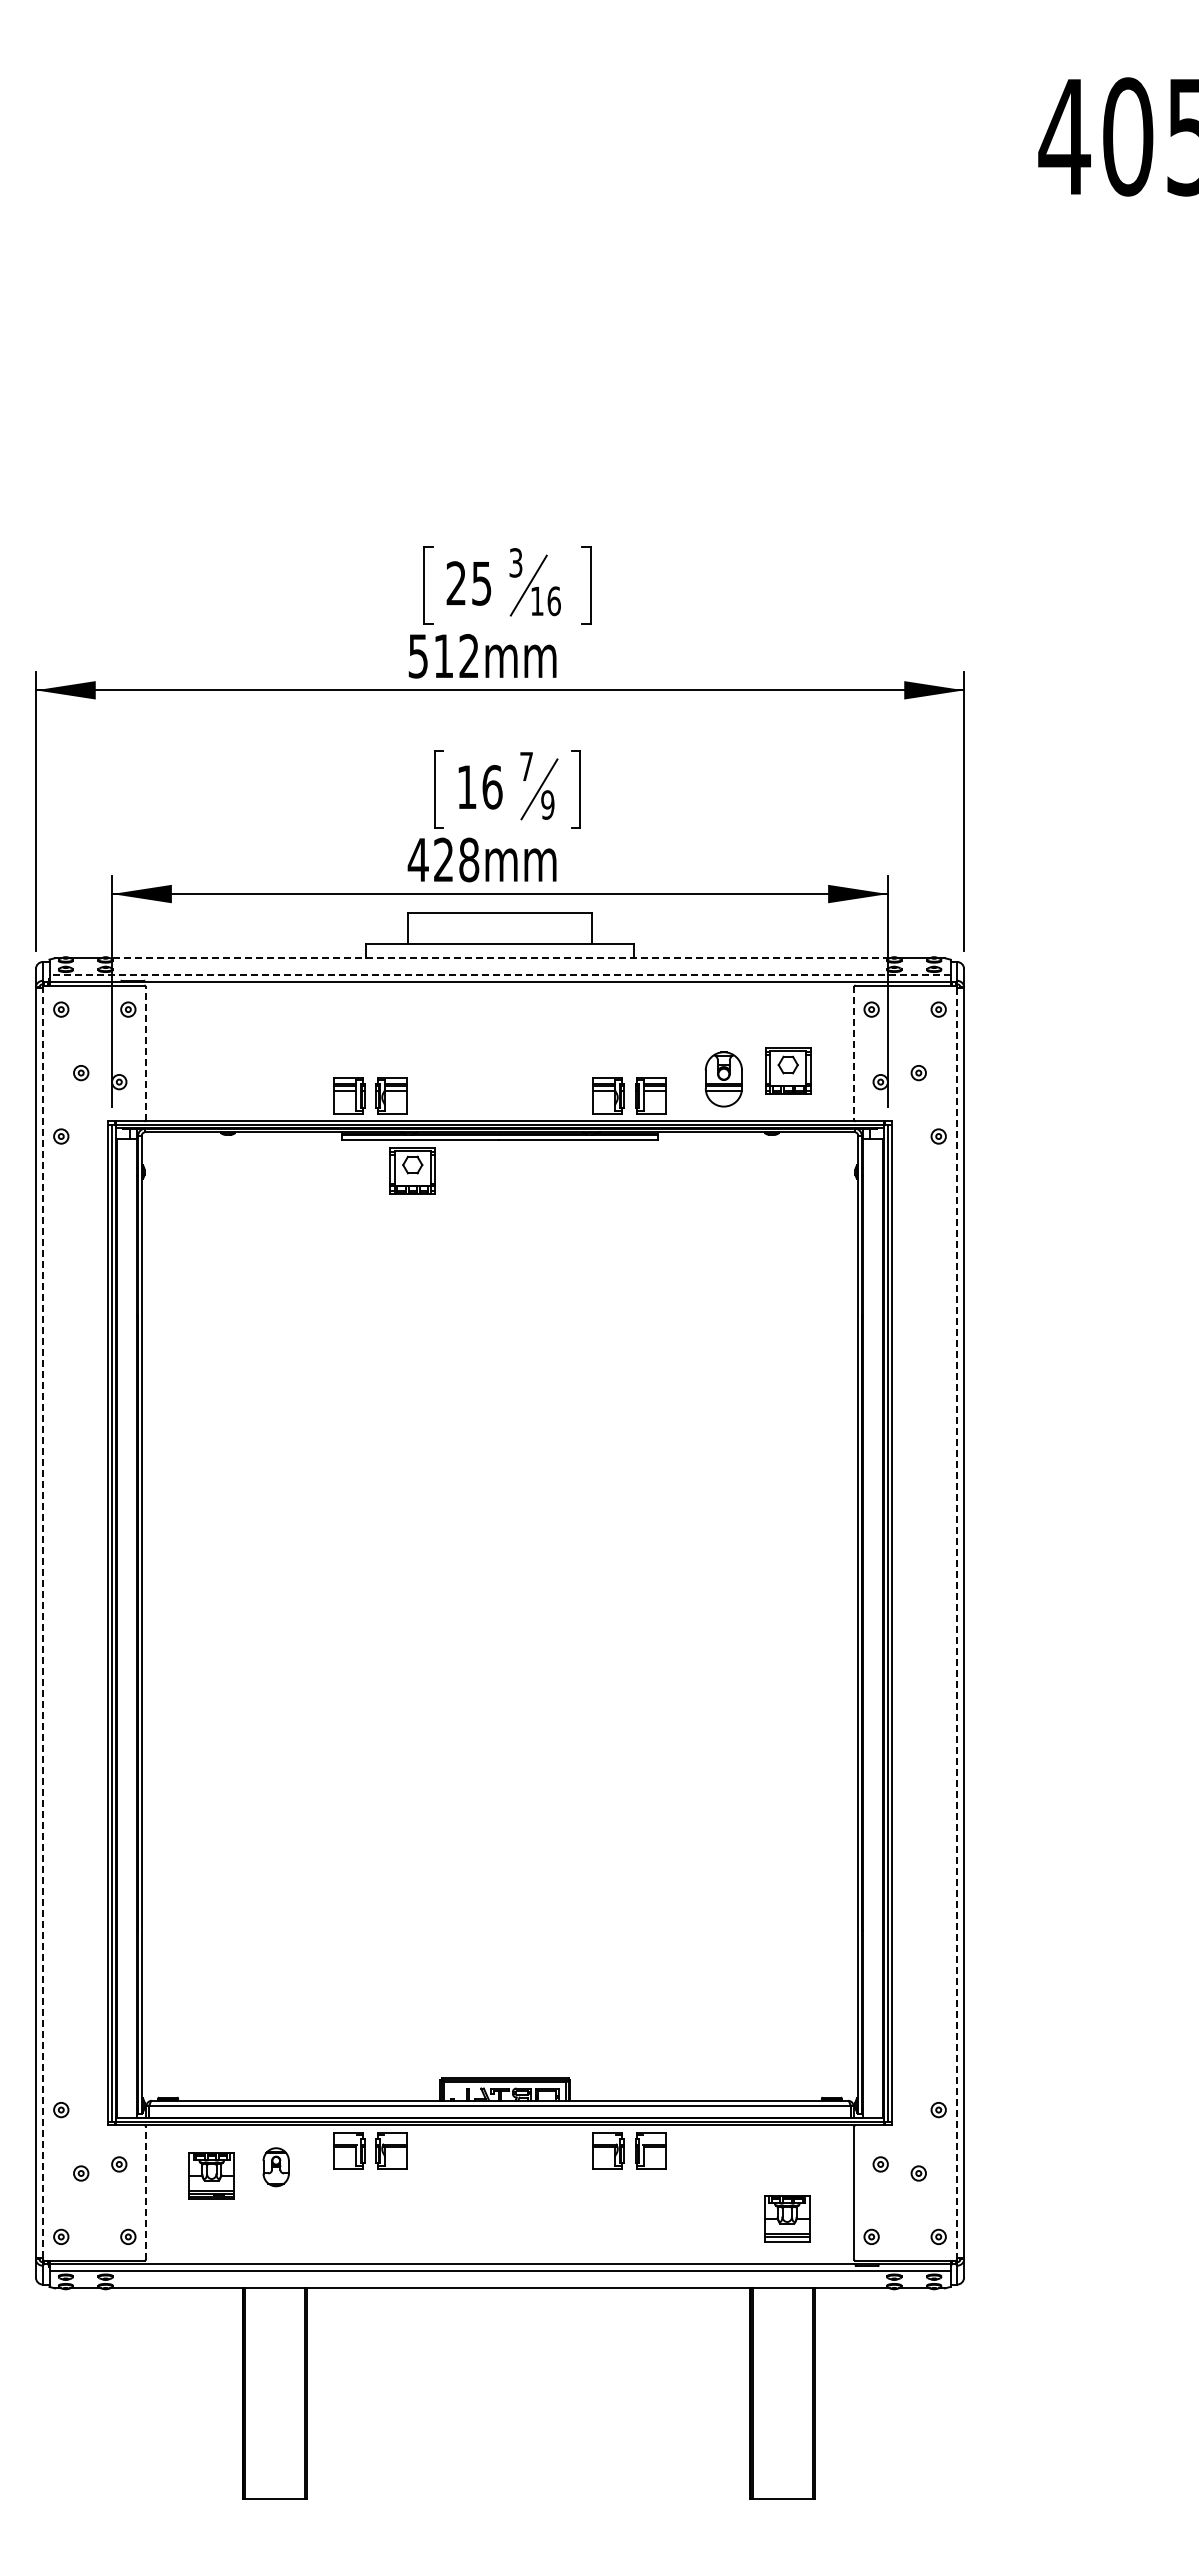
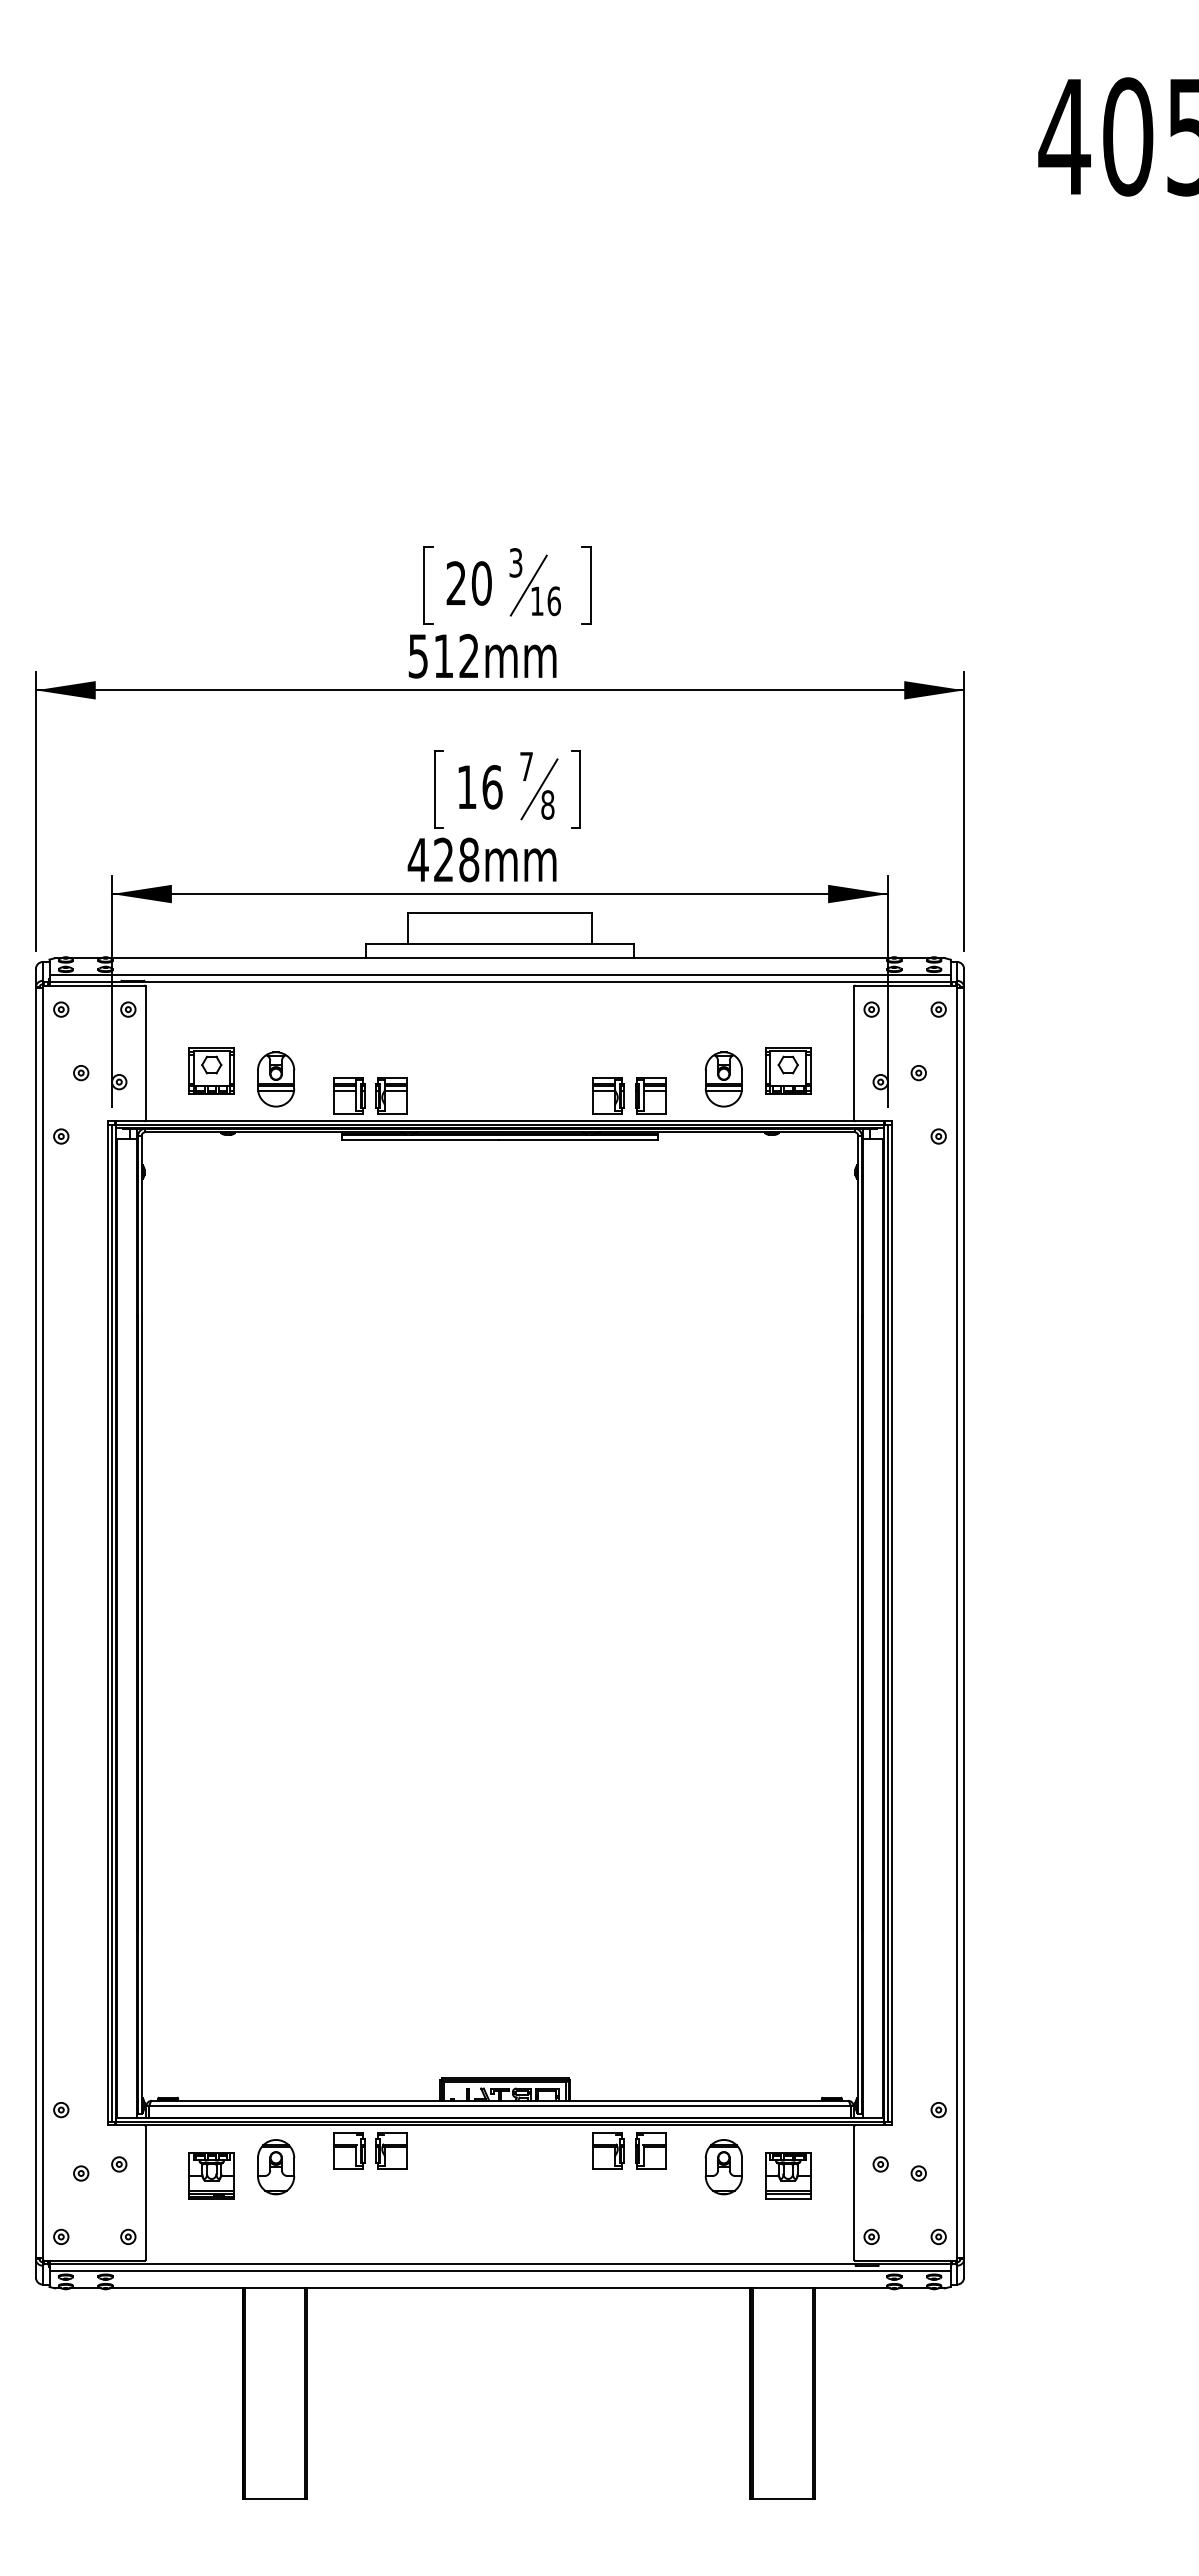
text at (481, 583): 25 -> 20
text at (547, 804): 9 -> 8
line at (500, 958): dashed -> solid
line at (500, 975): dashed -> solid
line at (145, 1052): dashed -> solid
line at (854, 1053): dashed -> solid
part at (276, 1079): none -> present
part at (412, 1170) position: (412, 1170) -> (211, 1070)
line at (43, 1623): dashed -> solid
line at (956, 1623): dashed -> solid
part at (275, 2167) size: 28x41 px -> 39x57 px
part at (723, 2167): none -> present
line at (145, 2192): dashed -> solid
part at (787, 2218) position: (787, 2218) -> (788, 2175)
